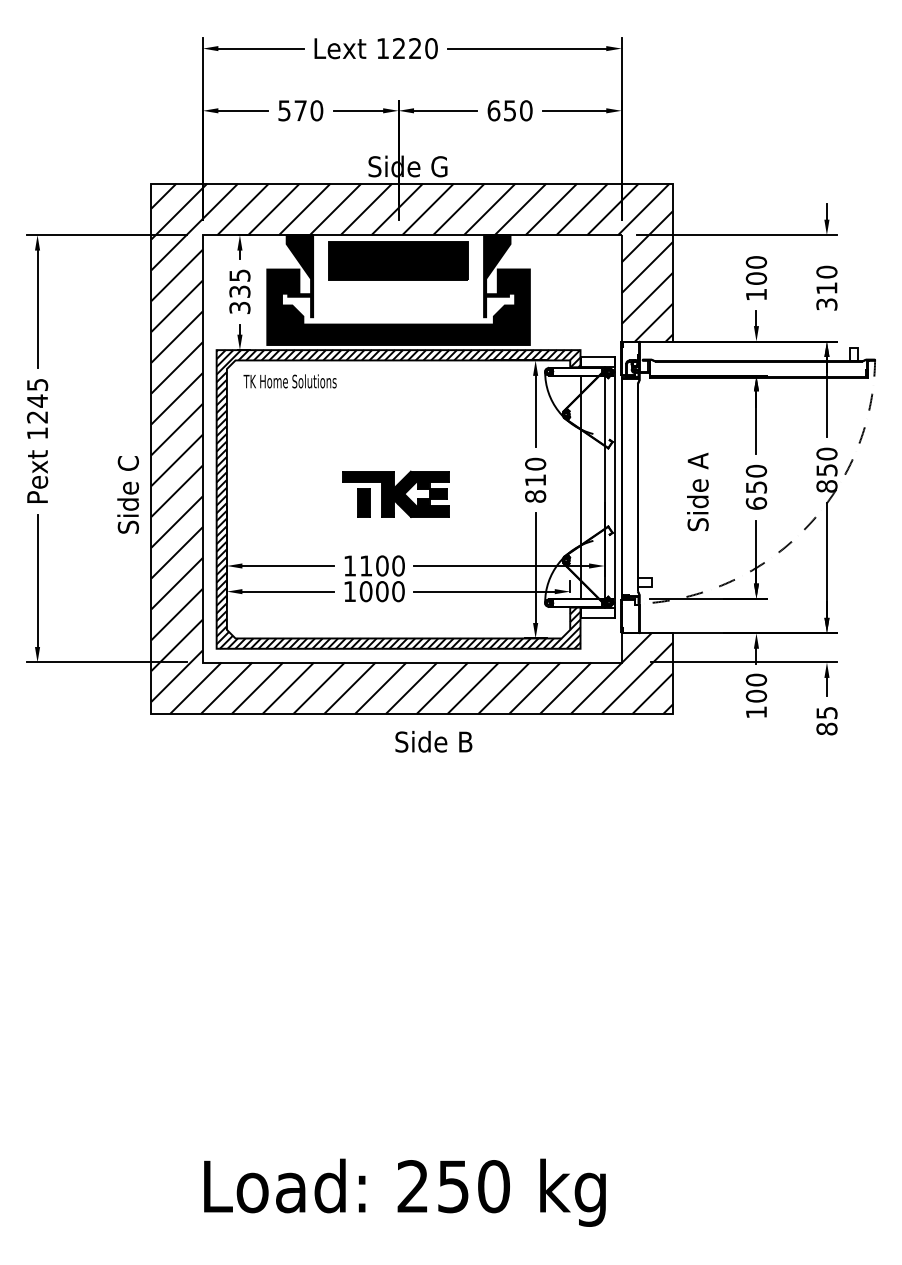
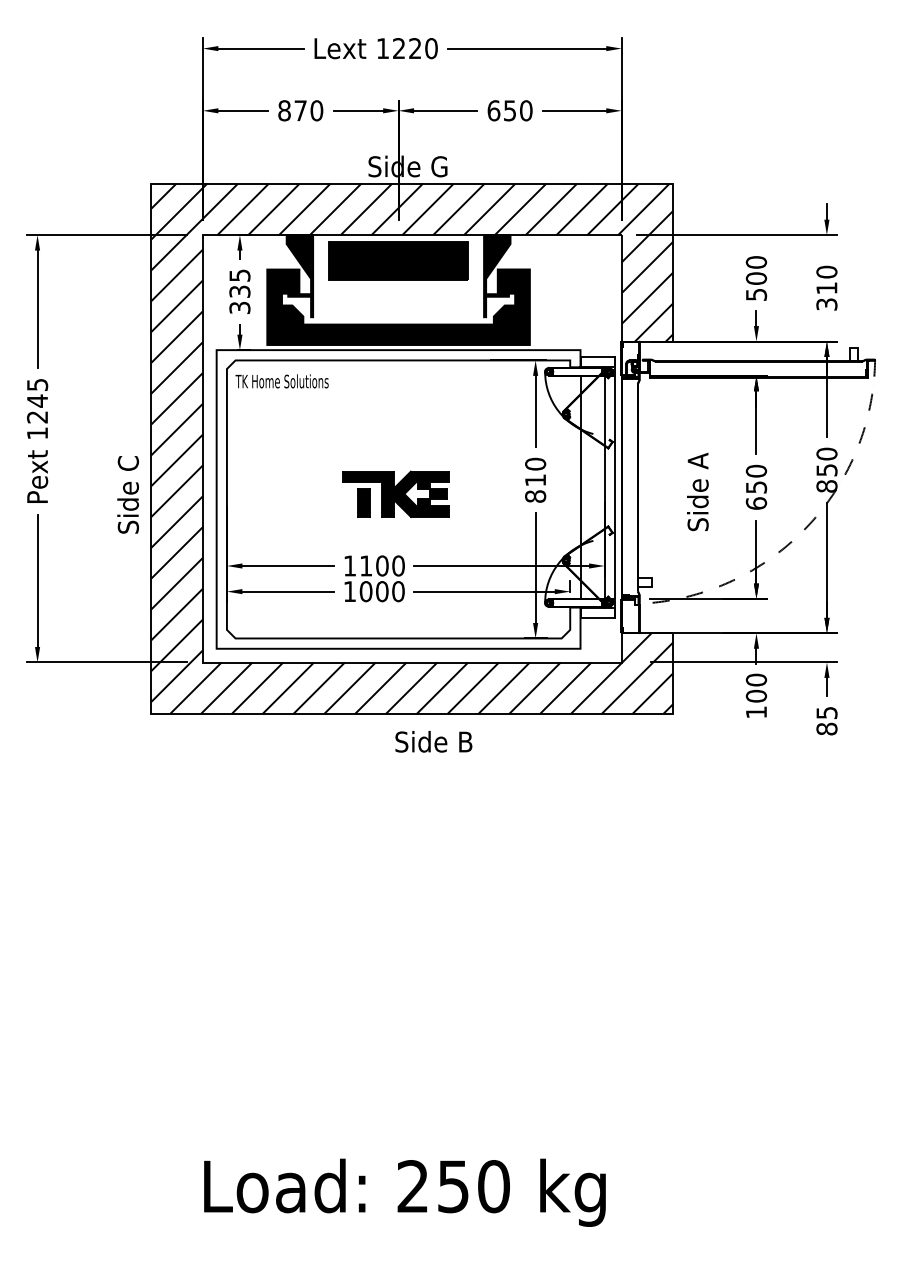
text at (284, 110): 570 -> 870
text at (756, 294): 100 -> 500
text at (289, 381) position: (289, 381) -> (281, 381)
hatch at (398, 499): present -> none
